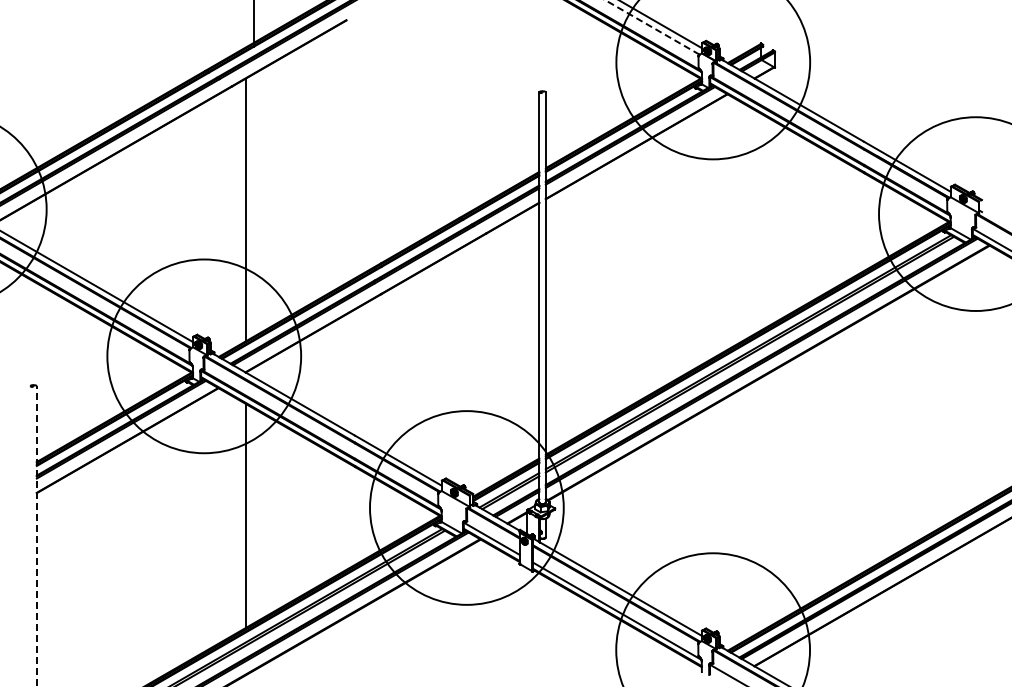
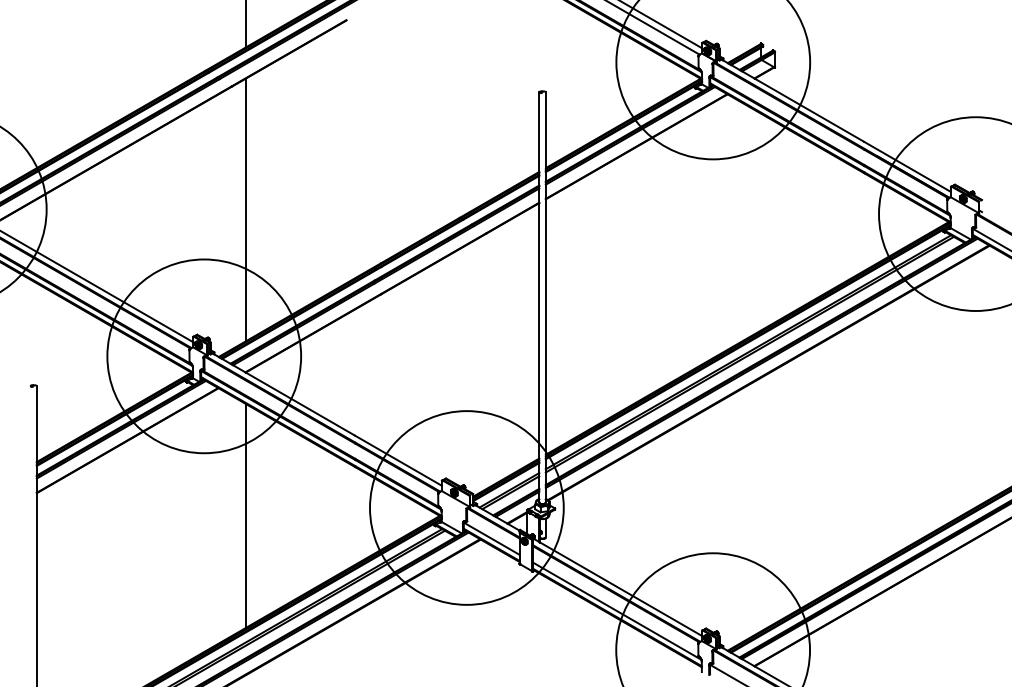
line at (253, 24) position: (253, 24) -> (245, 24)
line at (652, 27): dashed -> solid
line at (36, 535): dashed -> solid
